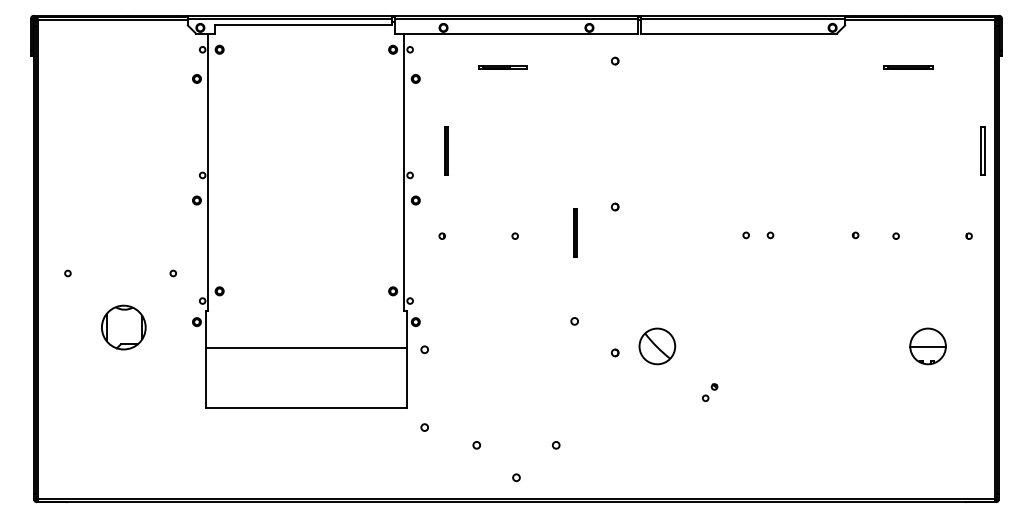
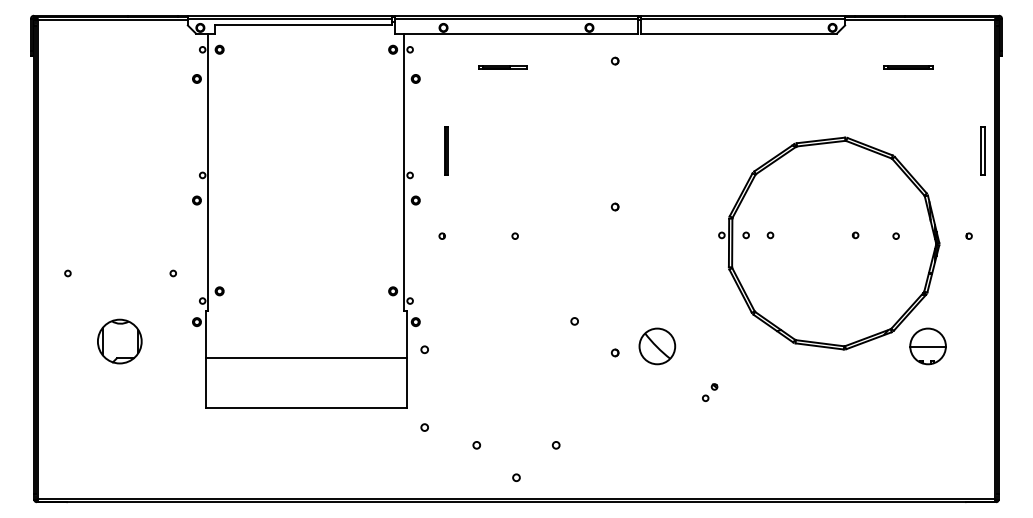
line at (575, 232): present -> none
part at (829, 243): none -> present
part at (123, 327) position: (123, 327) -> (119, 341)
line at (305, 348) position: (305, 348) -> (305, 358)
